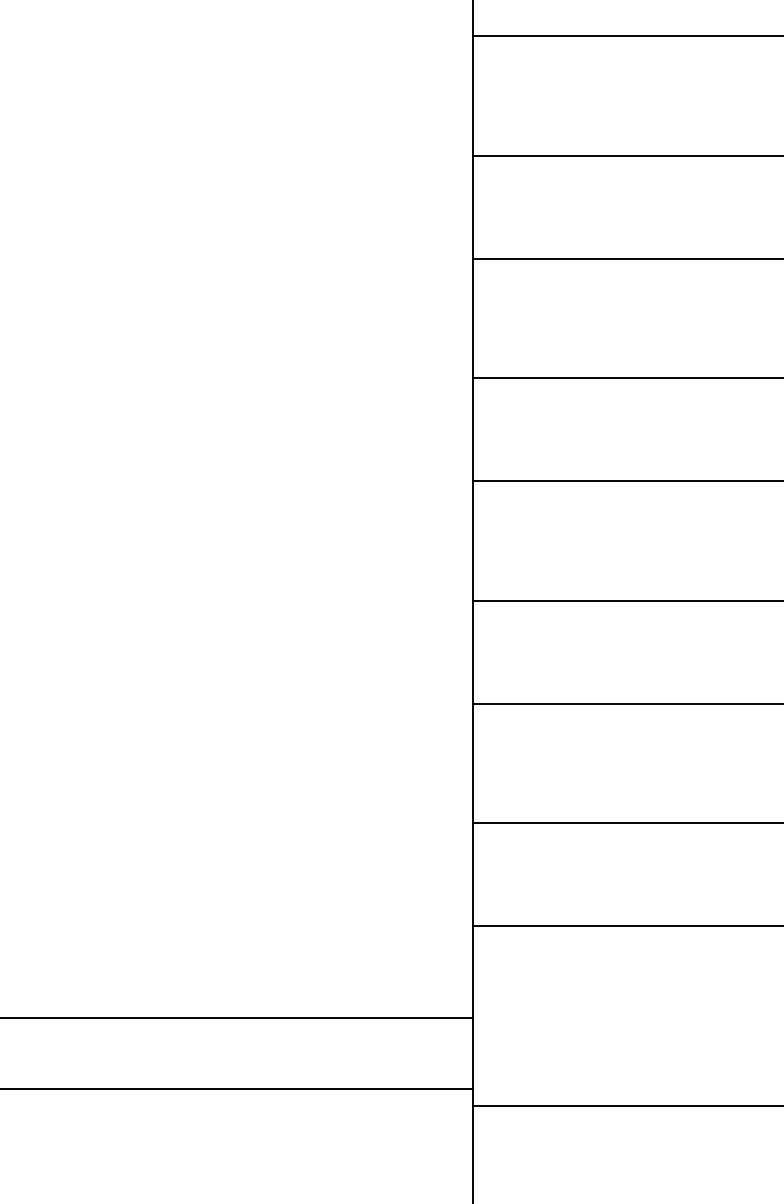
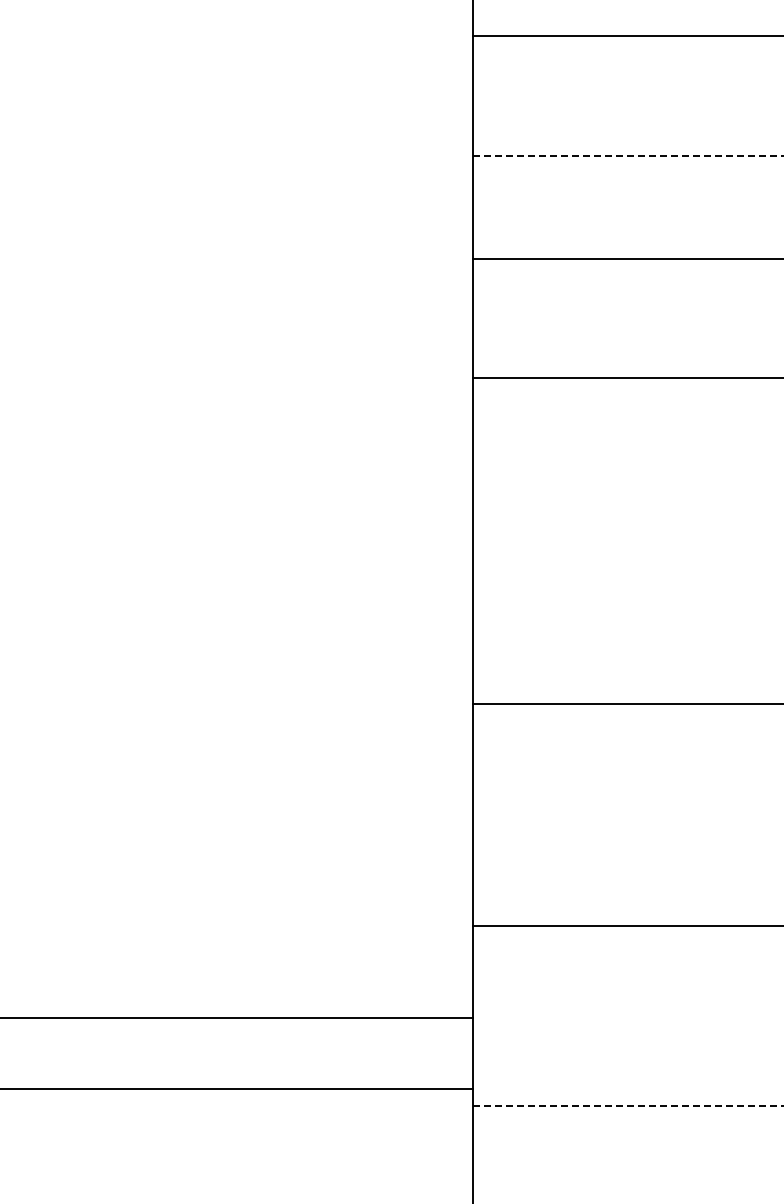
line at (628, 155): solid -> dashed
line at (626, 481): present -> none
line at (626, 600): present -> none
line at (626, 823): present -> none
line at (628, 1106): solid -> dashed
